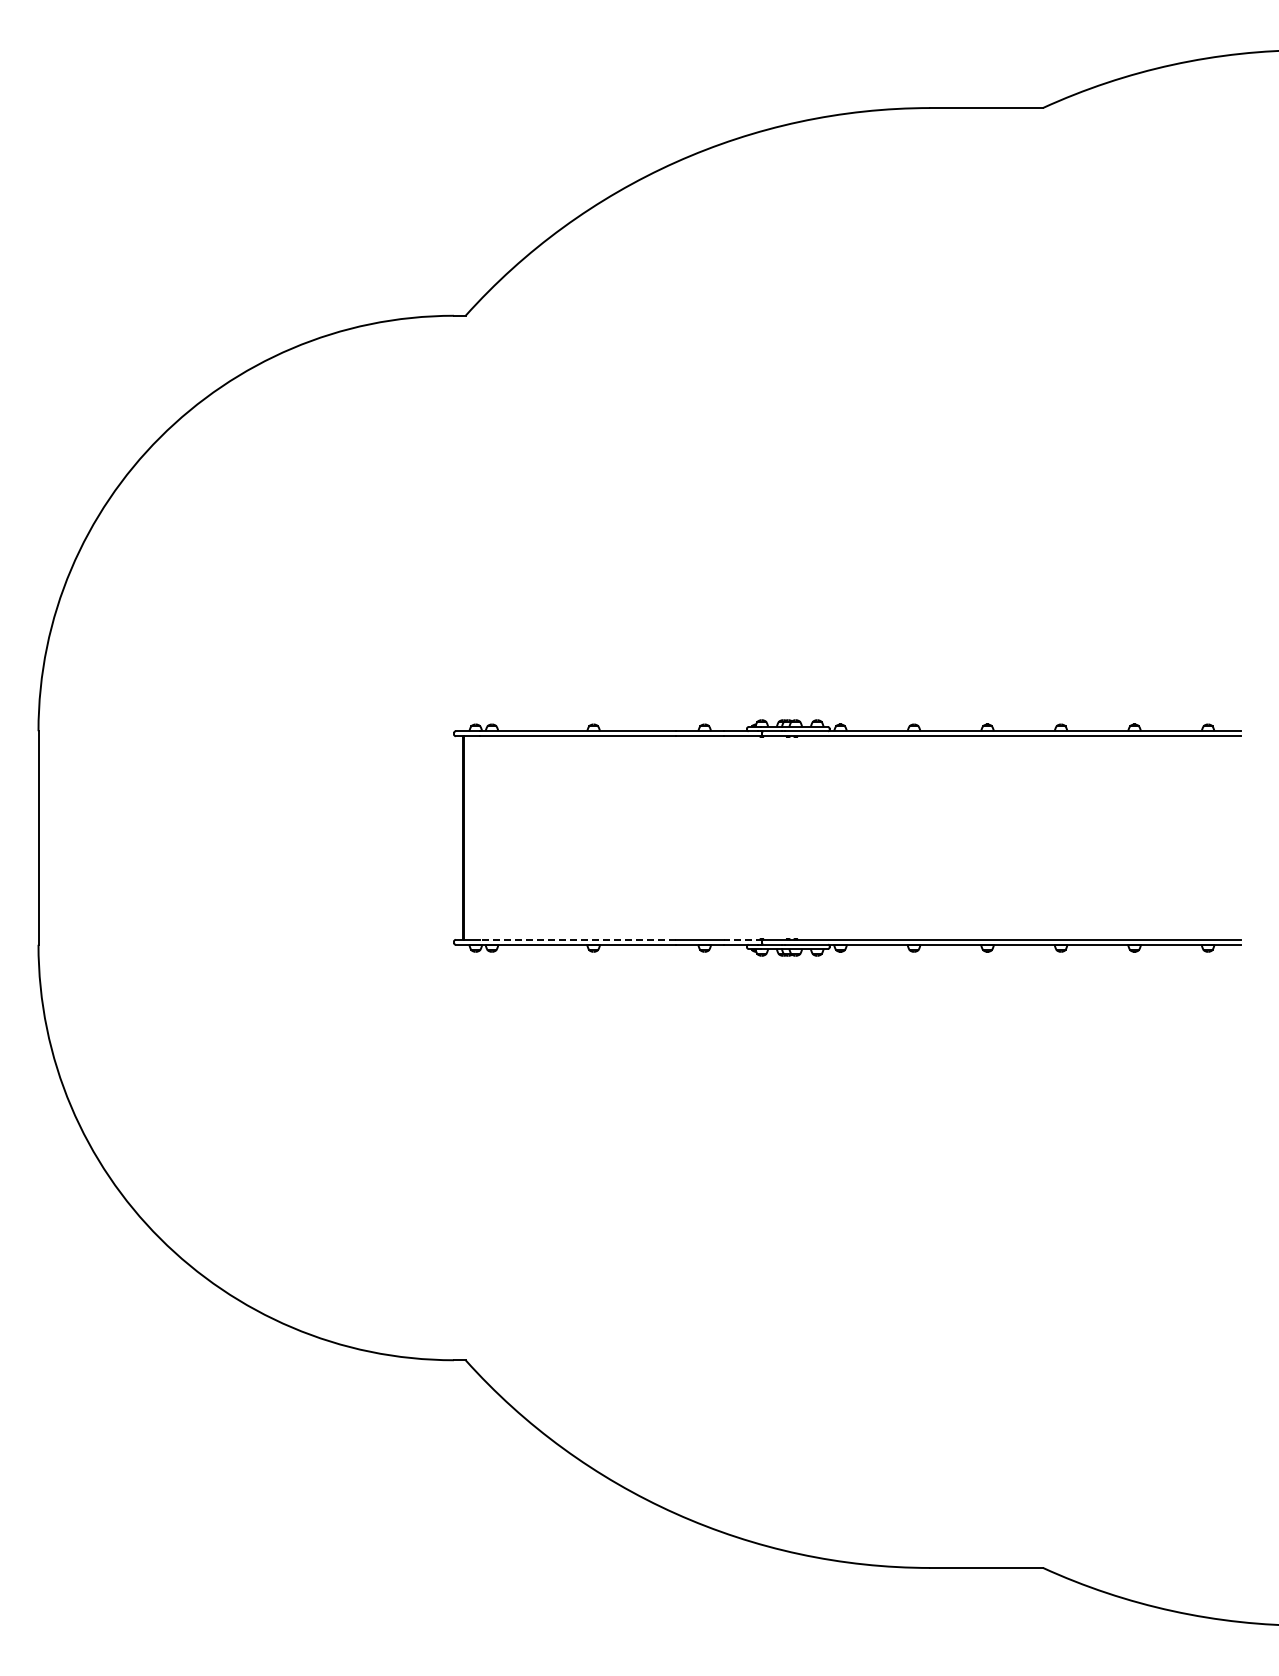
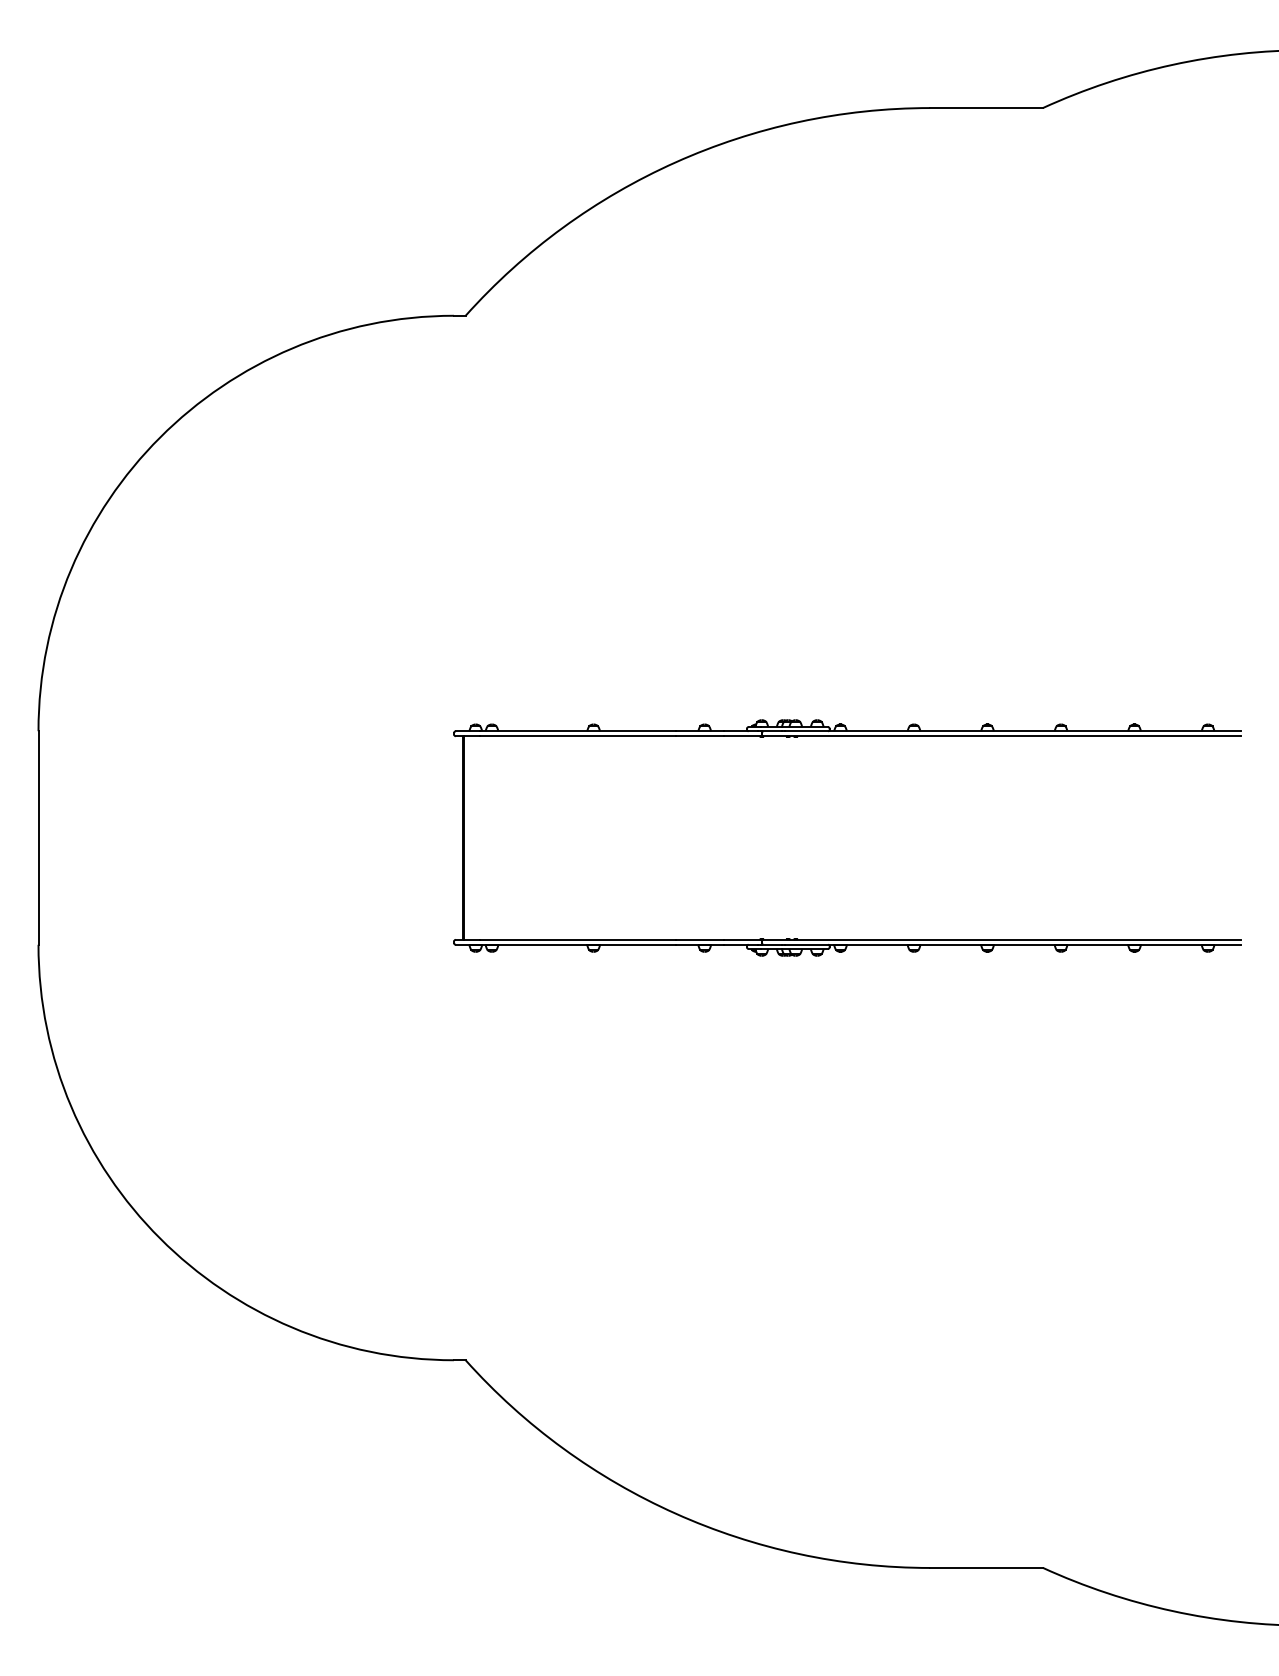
line at (577, 939): dashed -> solid
line at (743, 939): dashed -> solid
